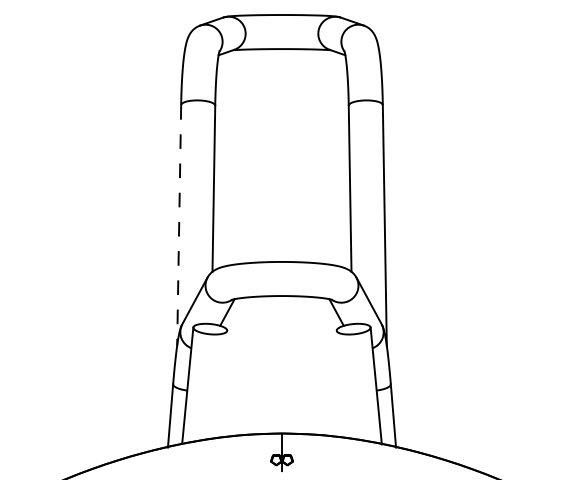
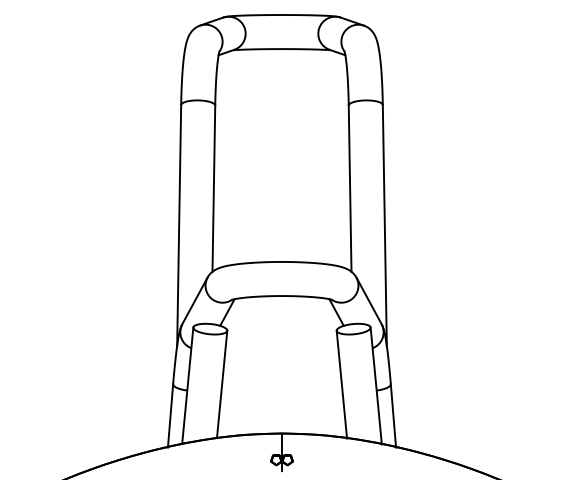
line at (179, 225): dashed -> solid
line at (221, 384): none -> present
line at (341, 384): none -> present
